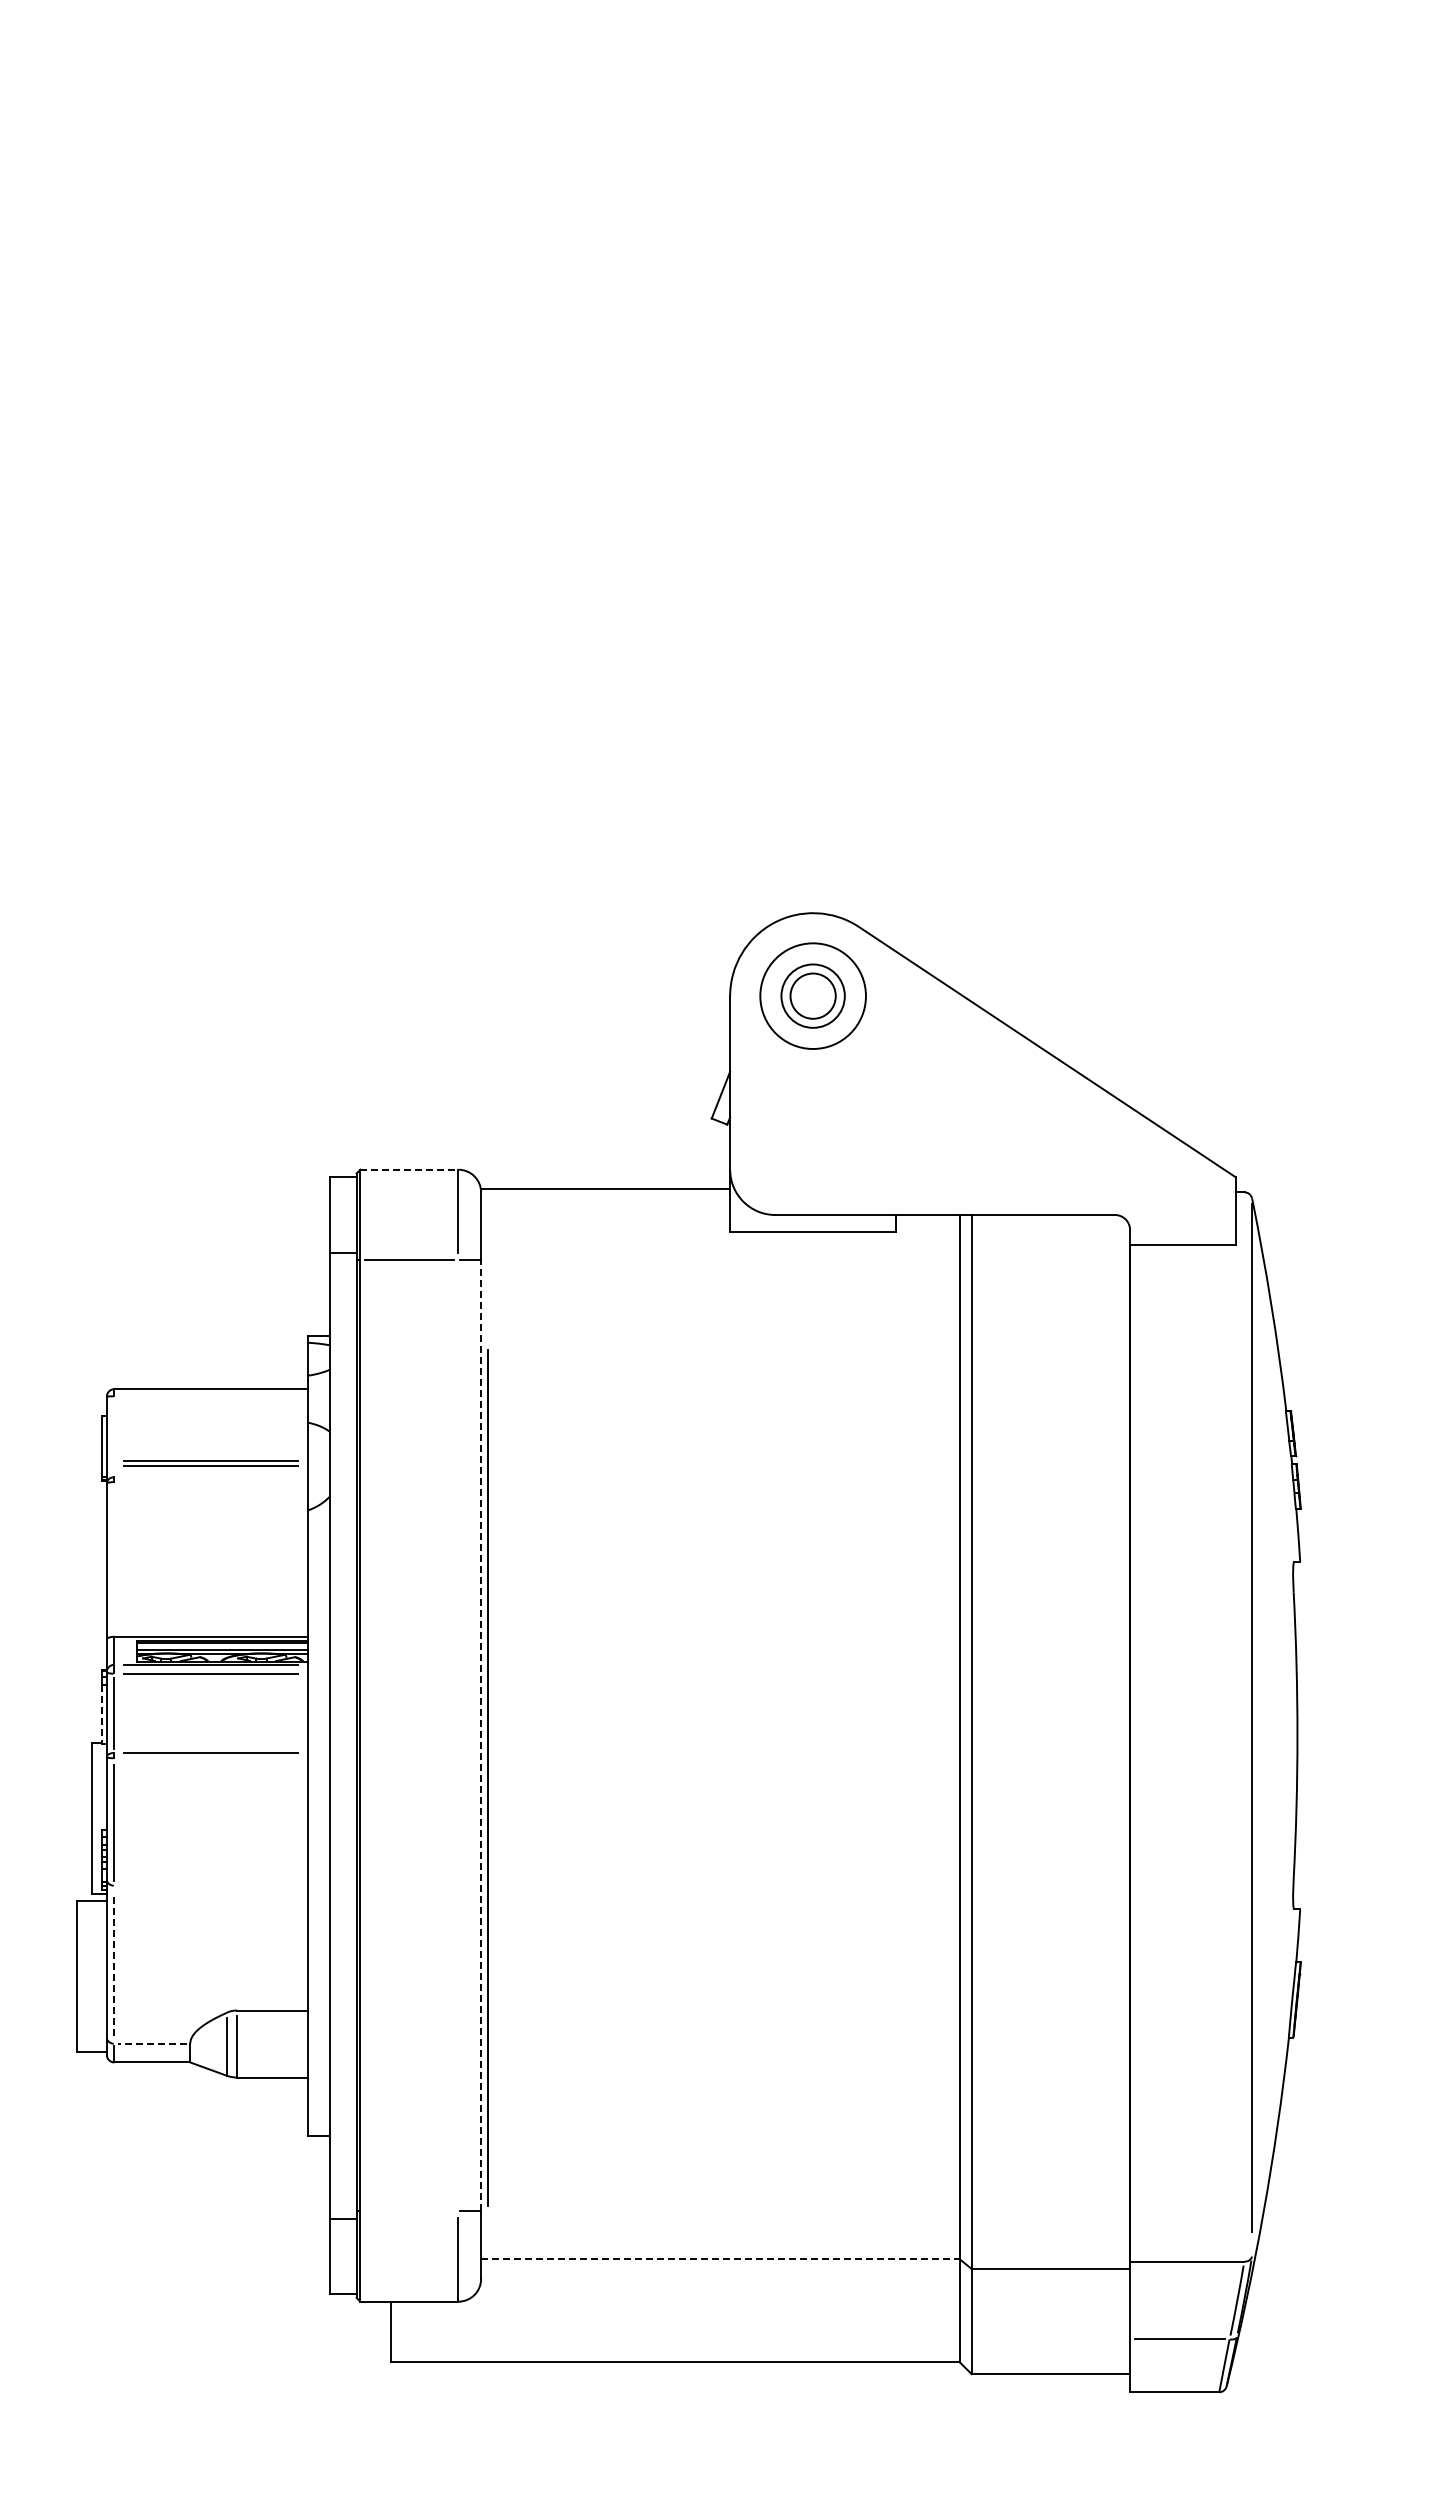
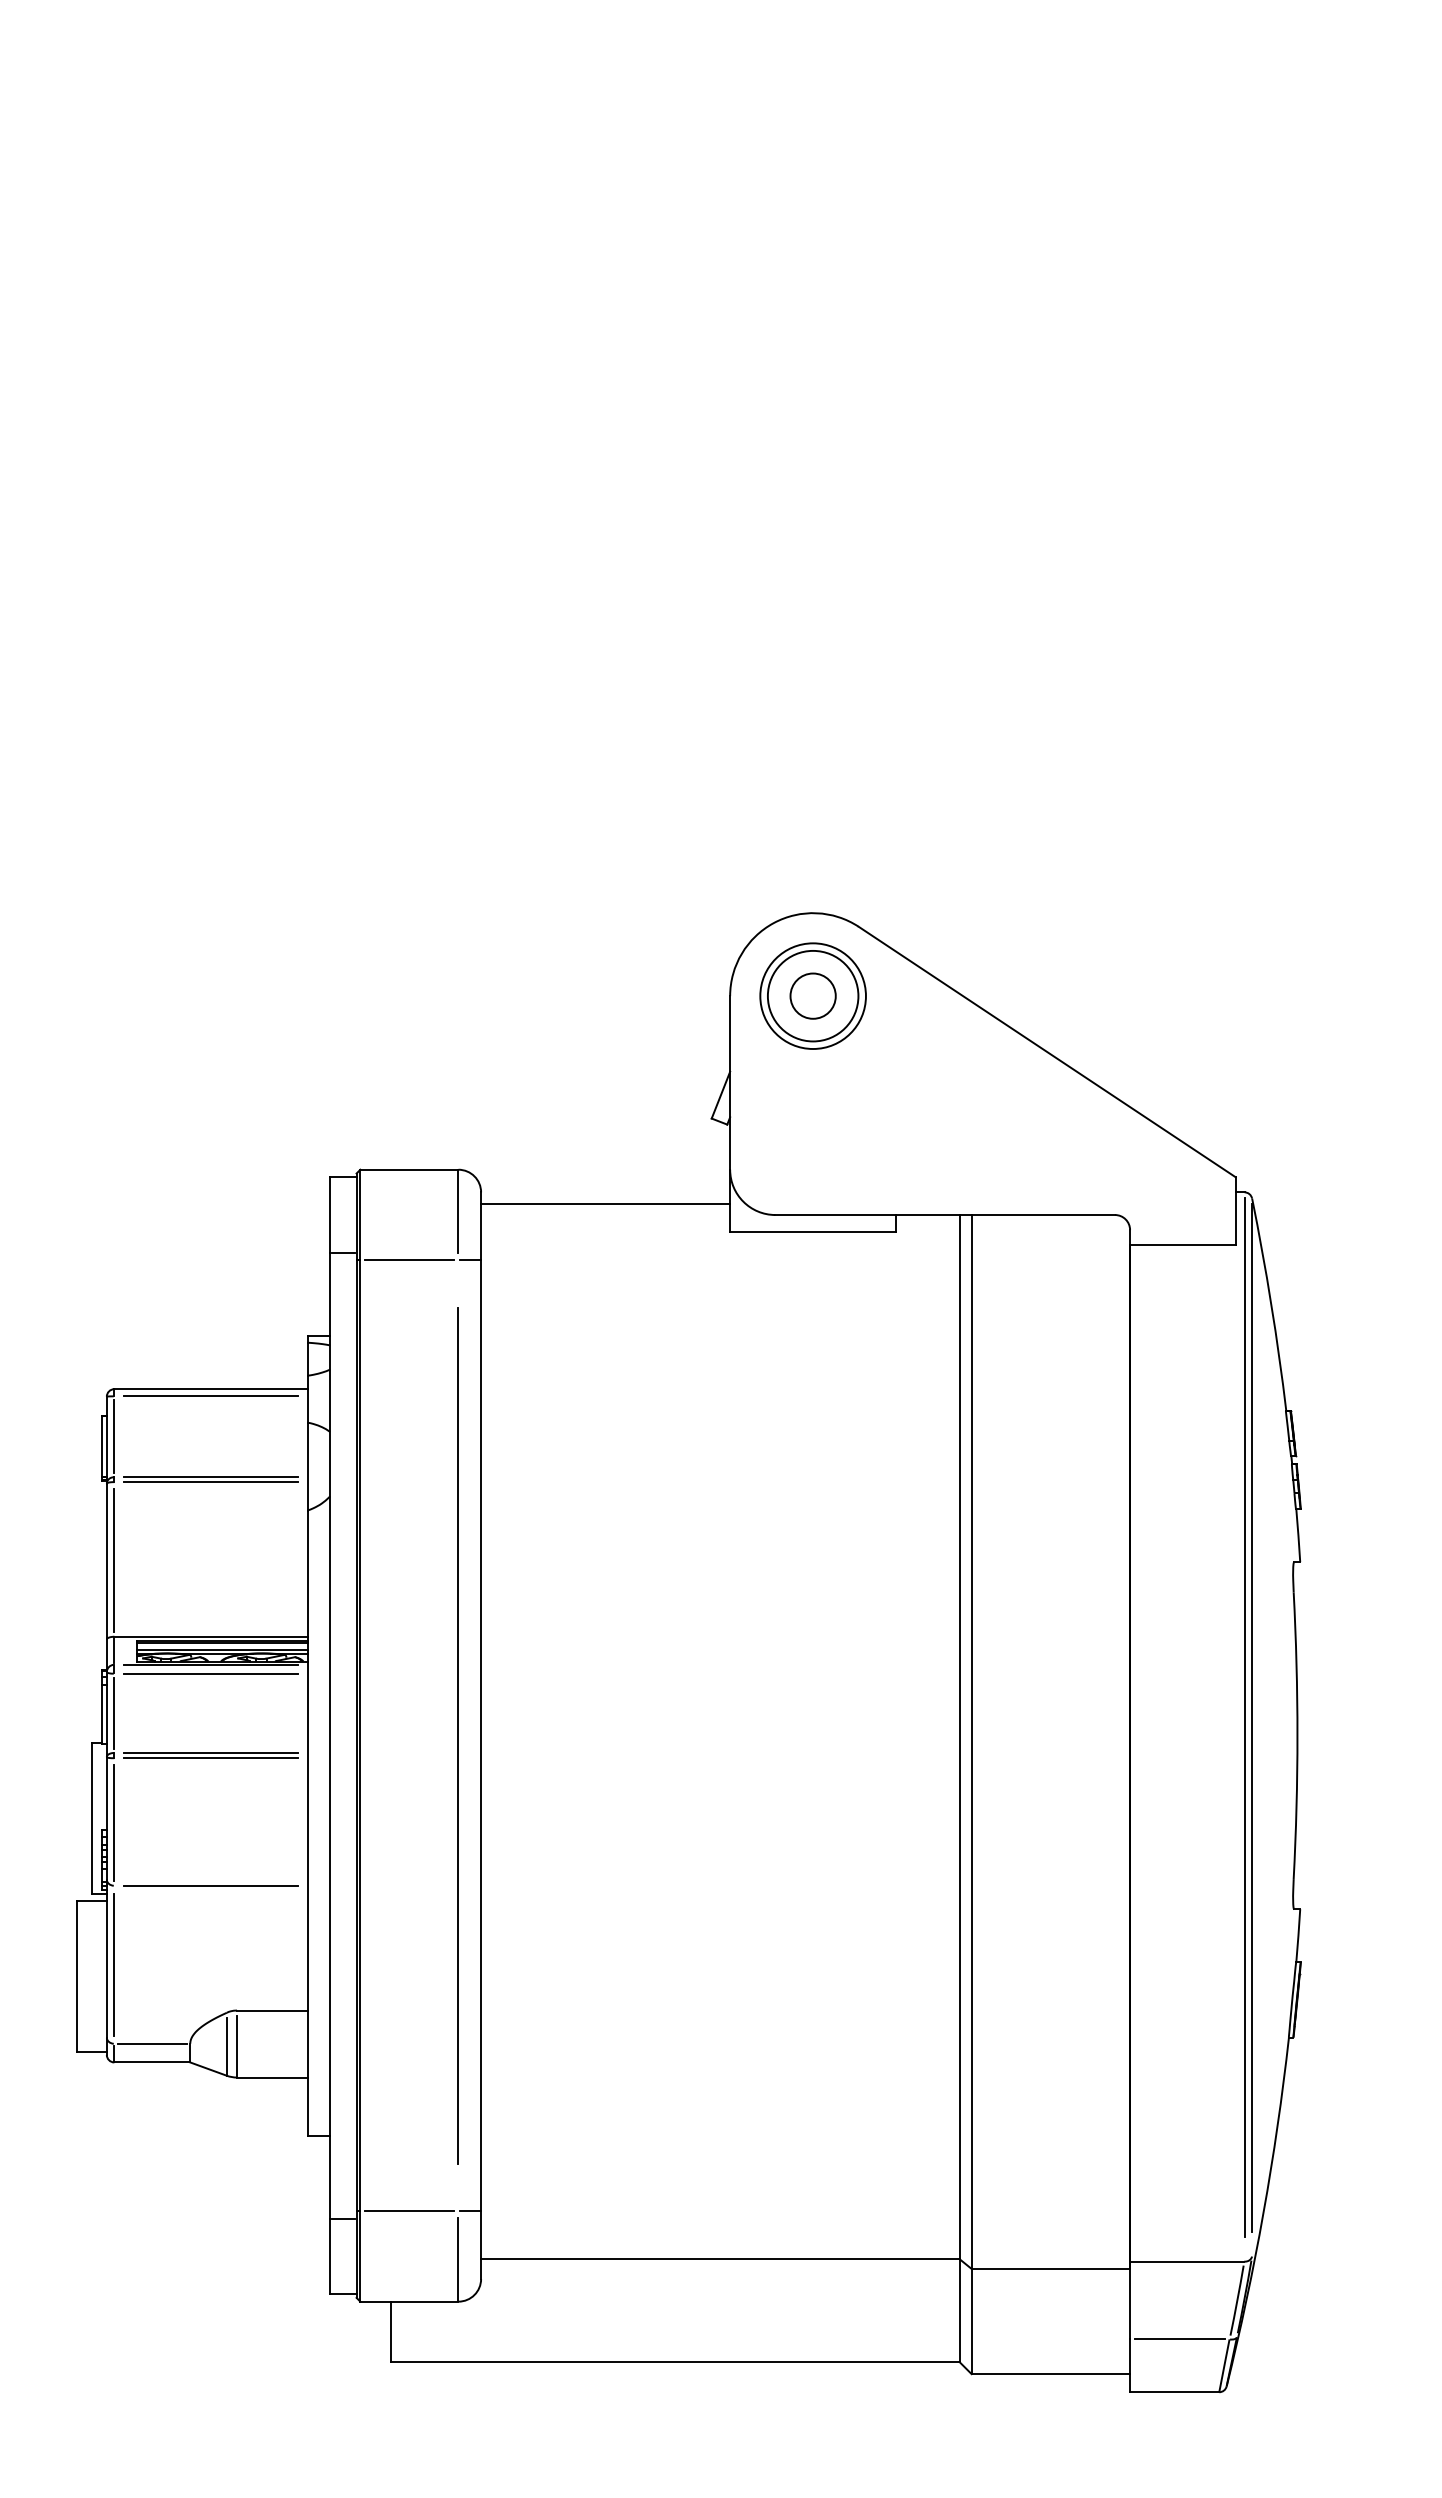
circle at (812, 995) diameter: 63 px -> 91 px
line at (409, 1169): dashed -> solid
line at (605, 1189) position: (605, 1189) -> (605, 1204)
line at (210, 1396): none -> present
line at (114, 1436): none -> present
part at (210, 1463) position: (210, 1463) -> (210, 1479)
line at (114, 1560): none -> present
line at (102, 1714): dashed -> solid
line at (1244, 1717): none -> present
line at (481, 1735): dashed -> solid
line at (210, 1758): none -> present
line at (487, 1777) position: (487, 1777) -> (457, 1735)
line at (210, 1885): none -> present
line at (114, 1964): dashed -> solid
line at (151, 2043): dashed -> solid
line at (409, 2211): none -> present
line at (720, 2259): dashed -> solid
